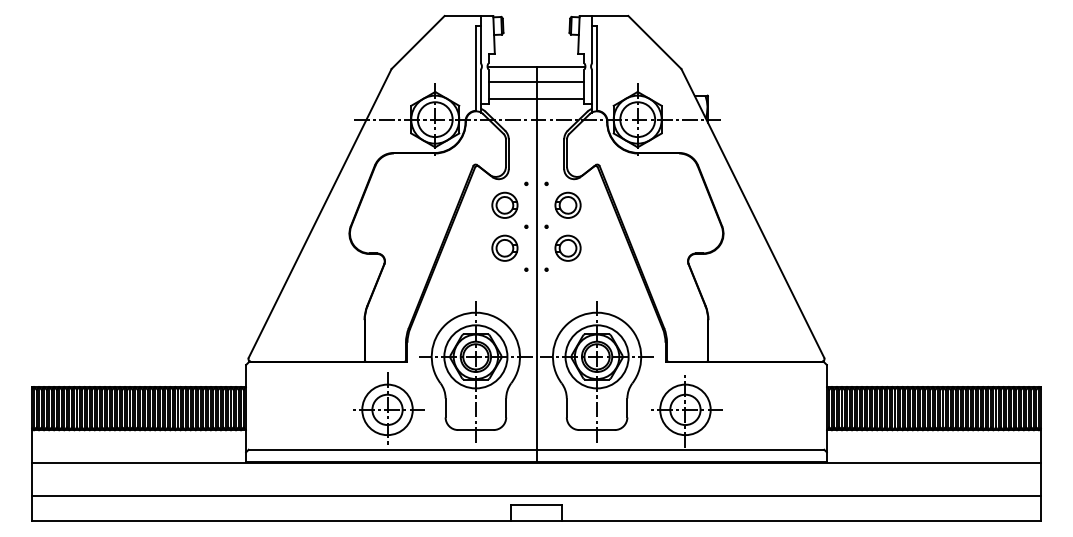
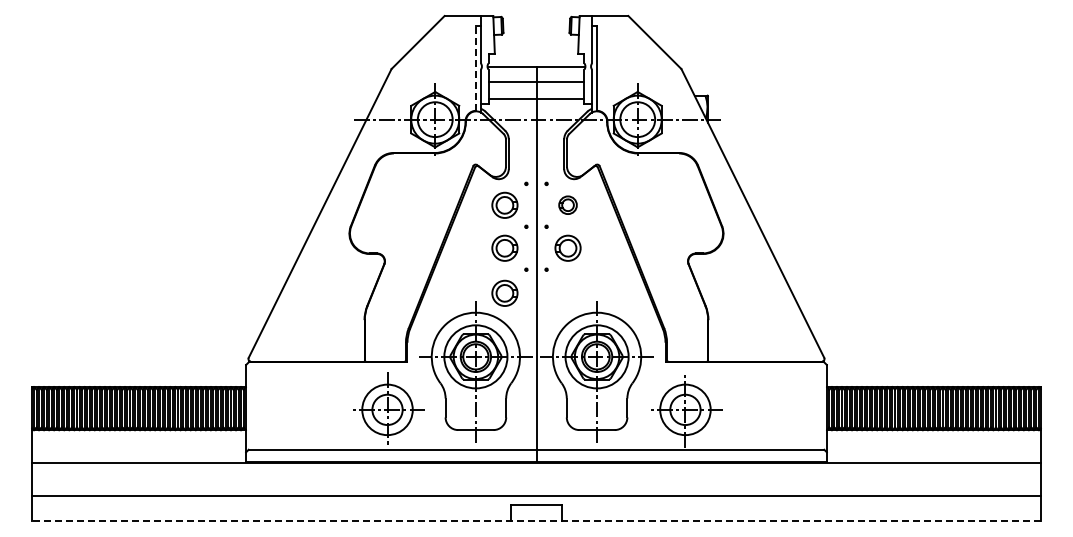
line at (475, 68): solid -> dashed
part at (567, 204) size: 28x28 px -> 20x20 px
part at (504, 292): none -> present
line at (536, 520): solid -> dashed
